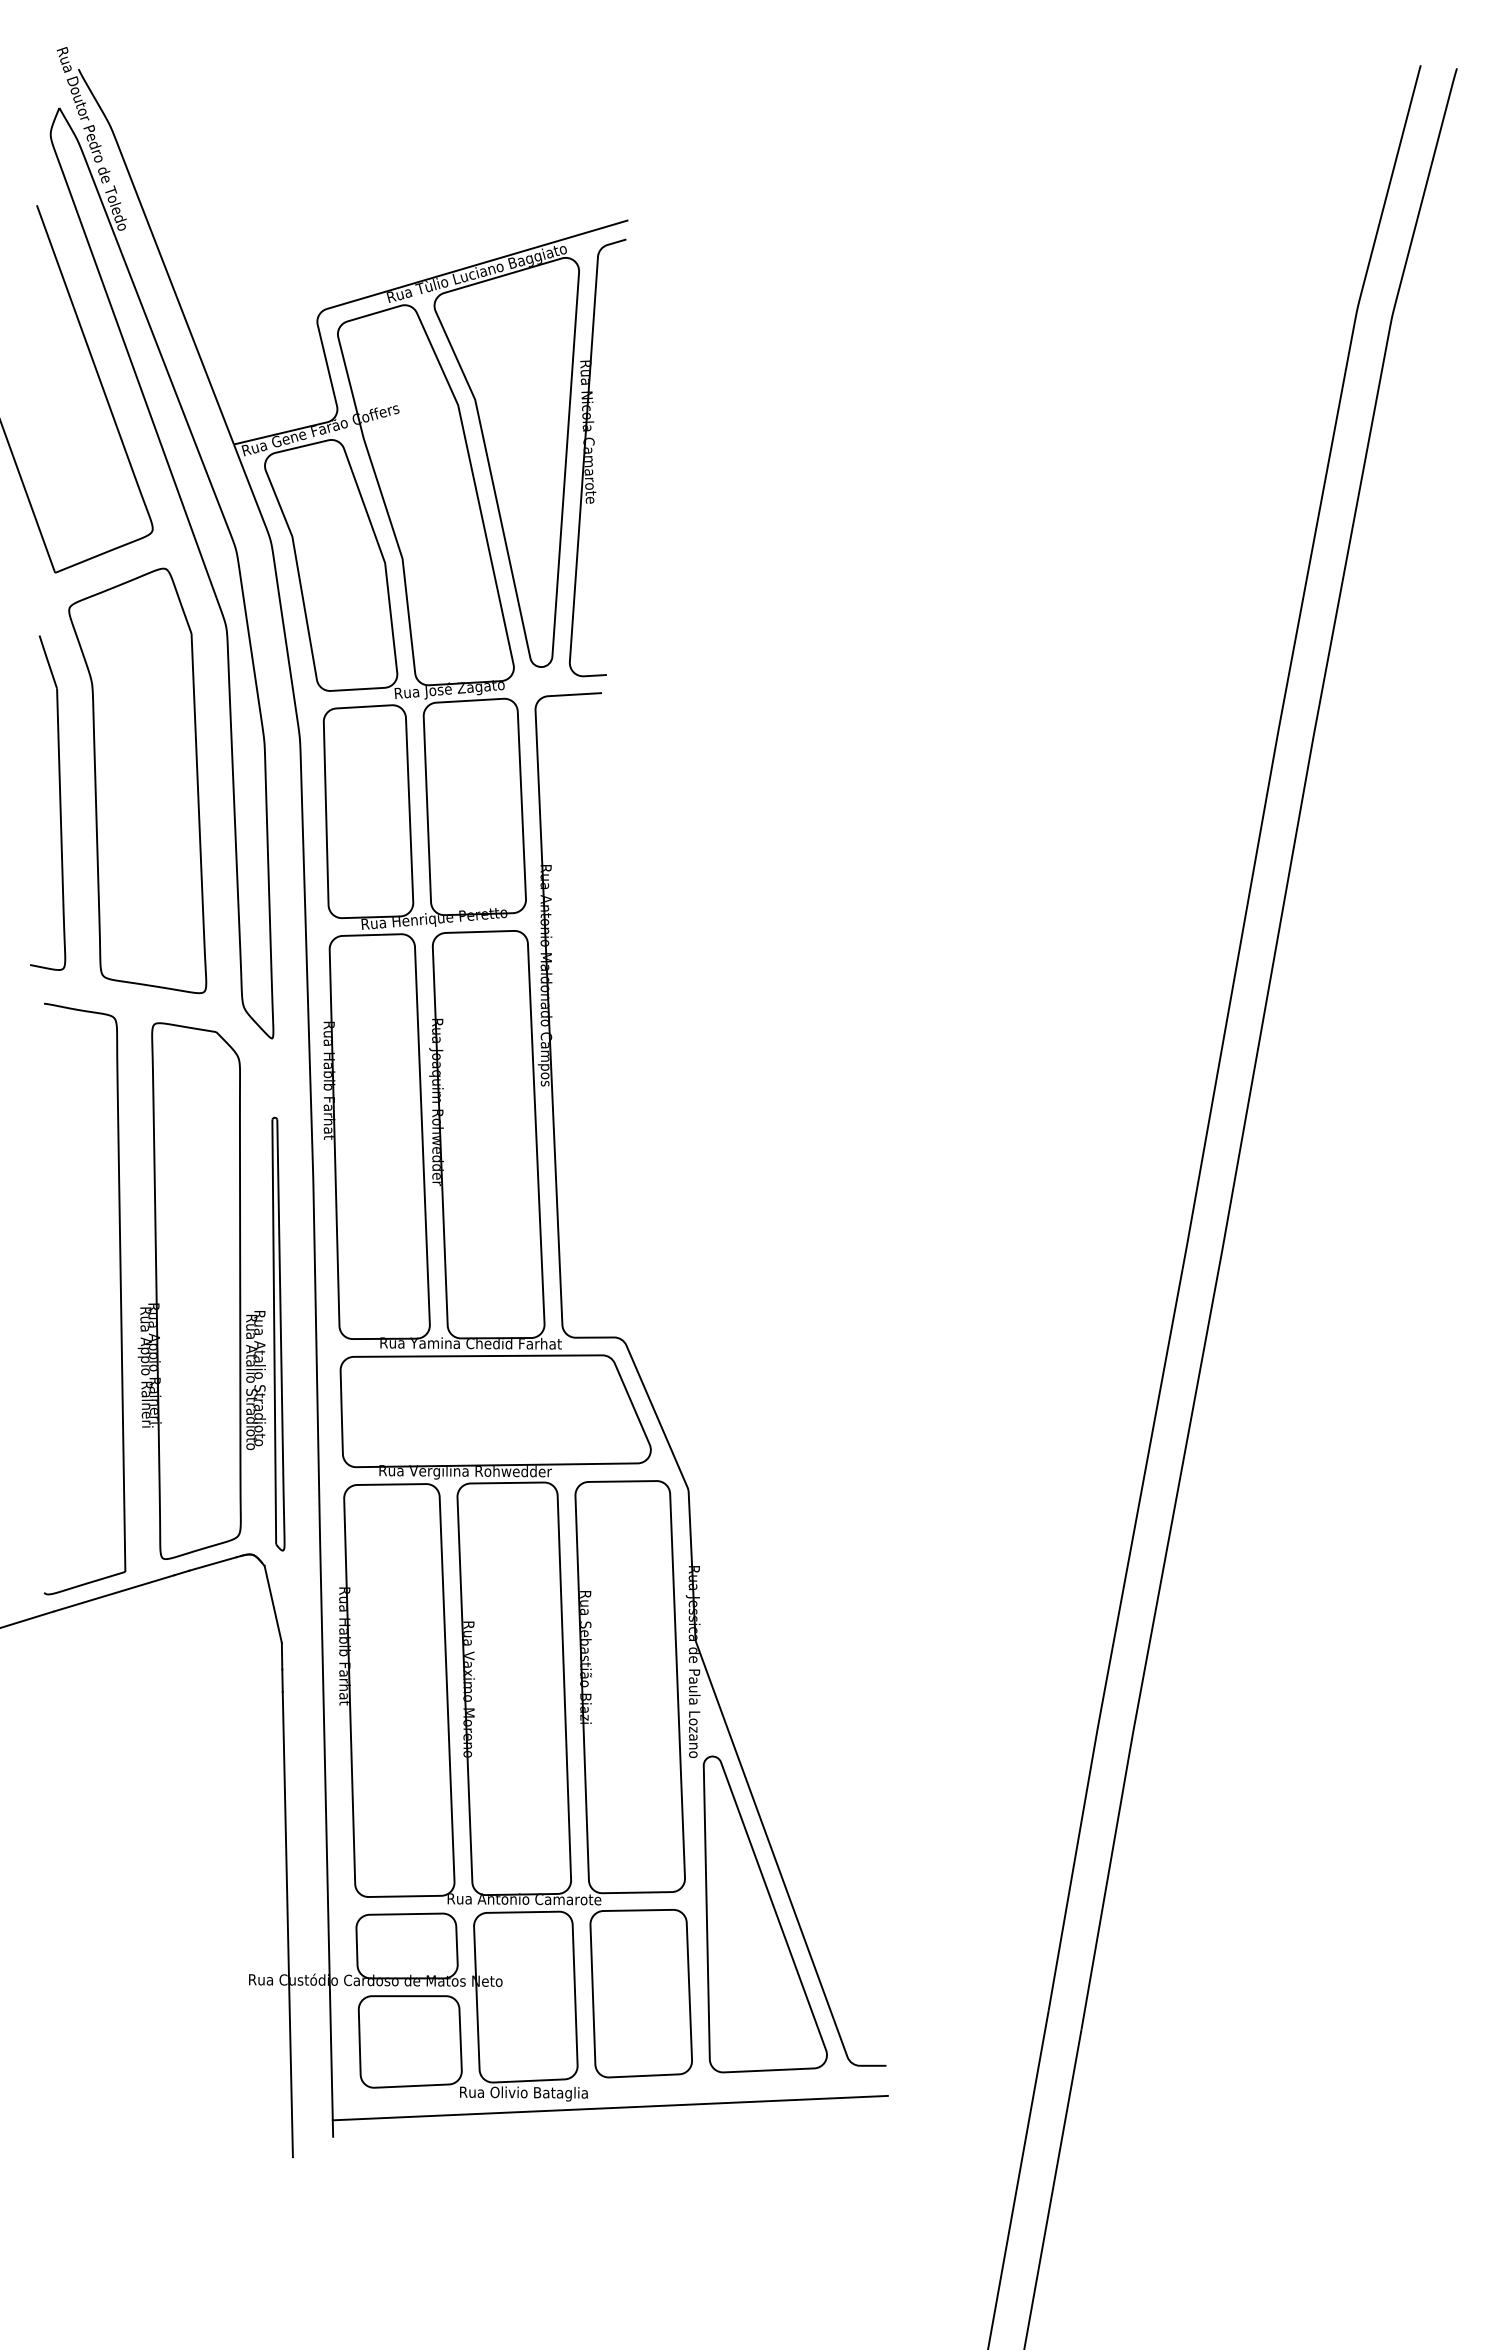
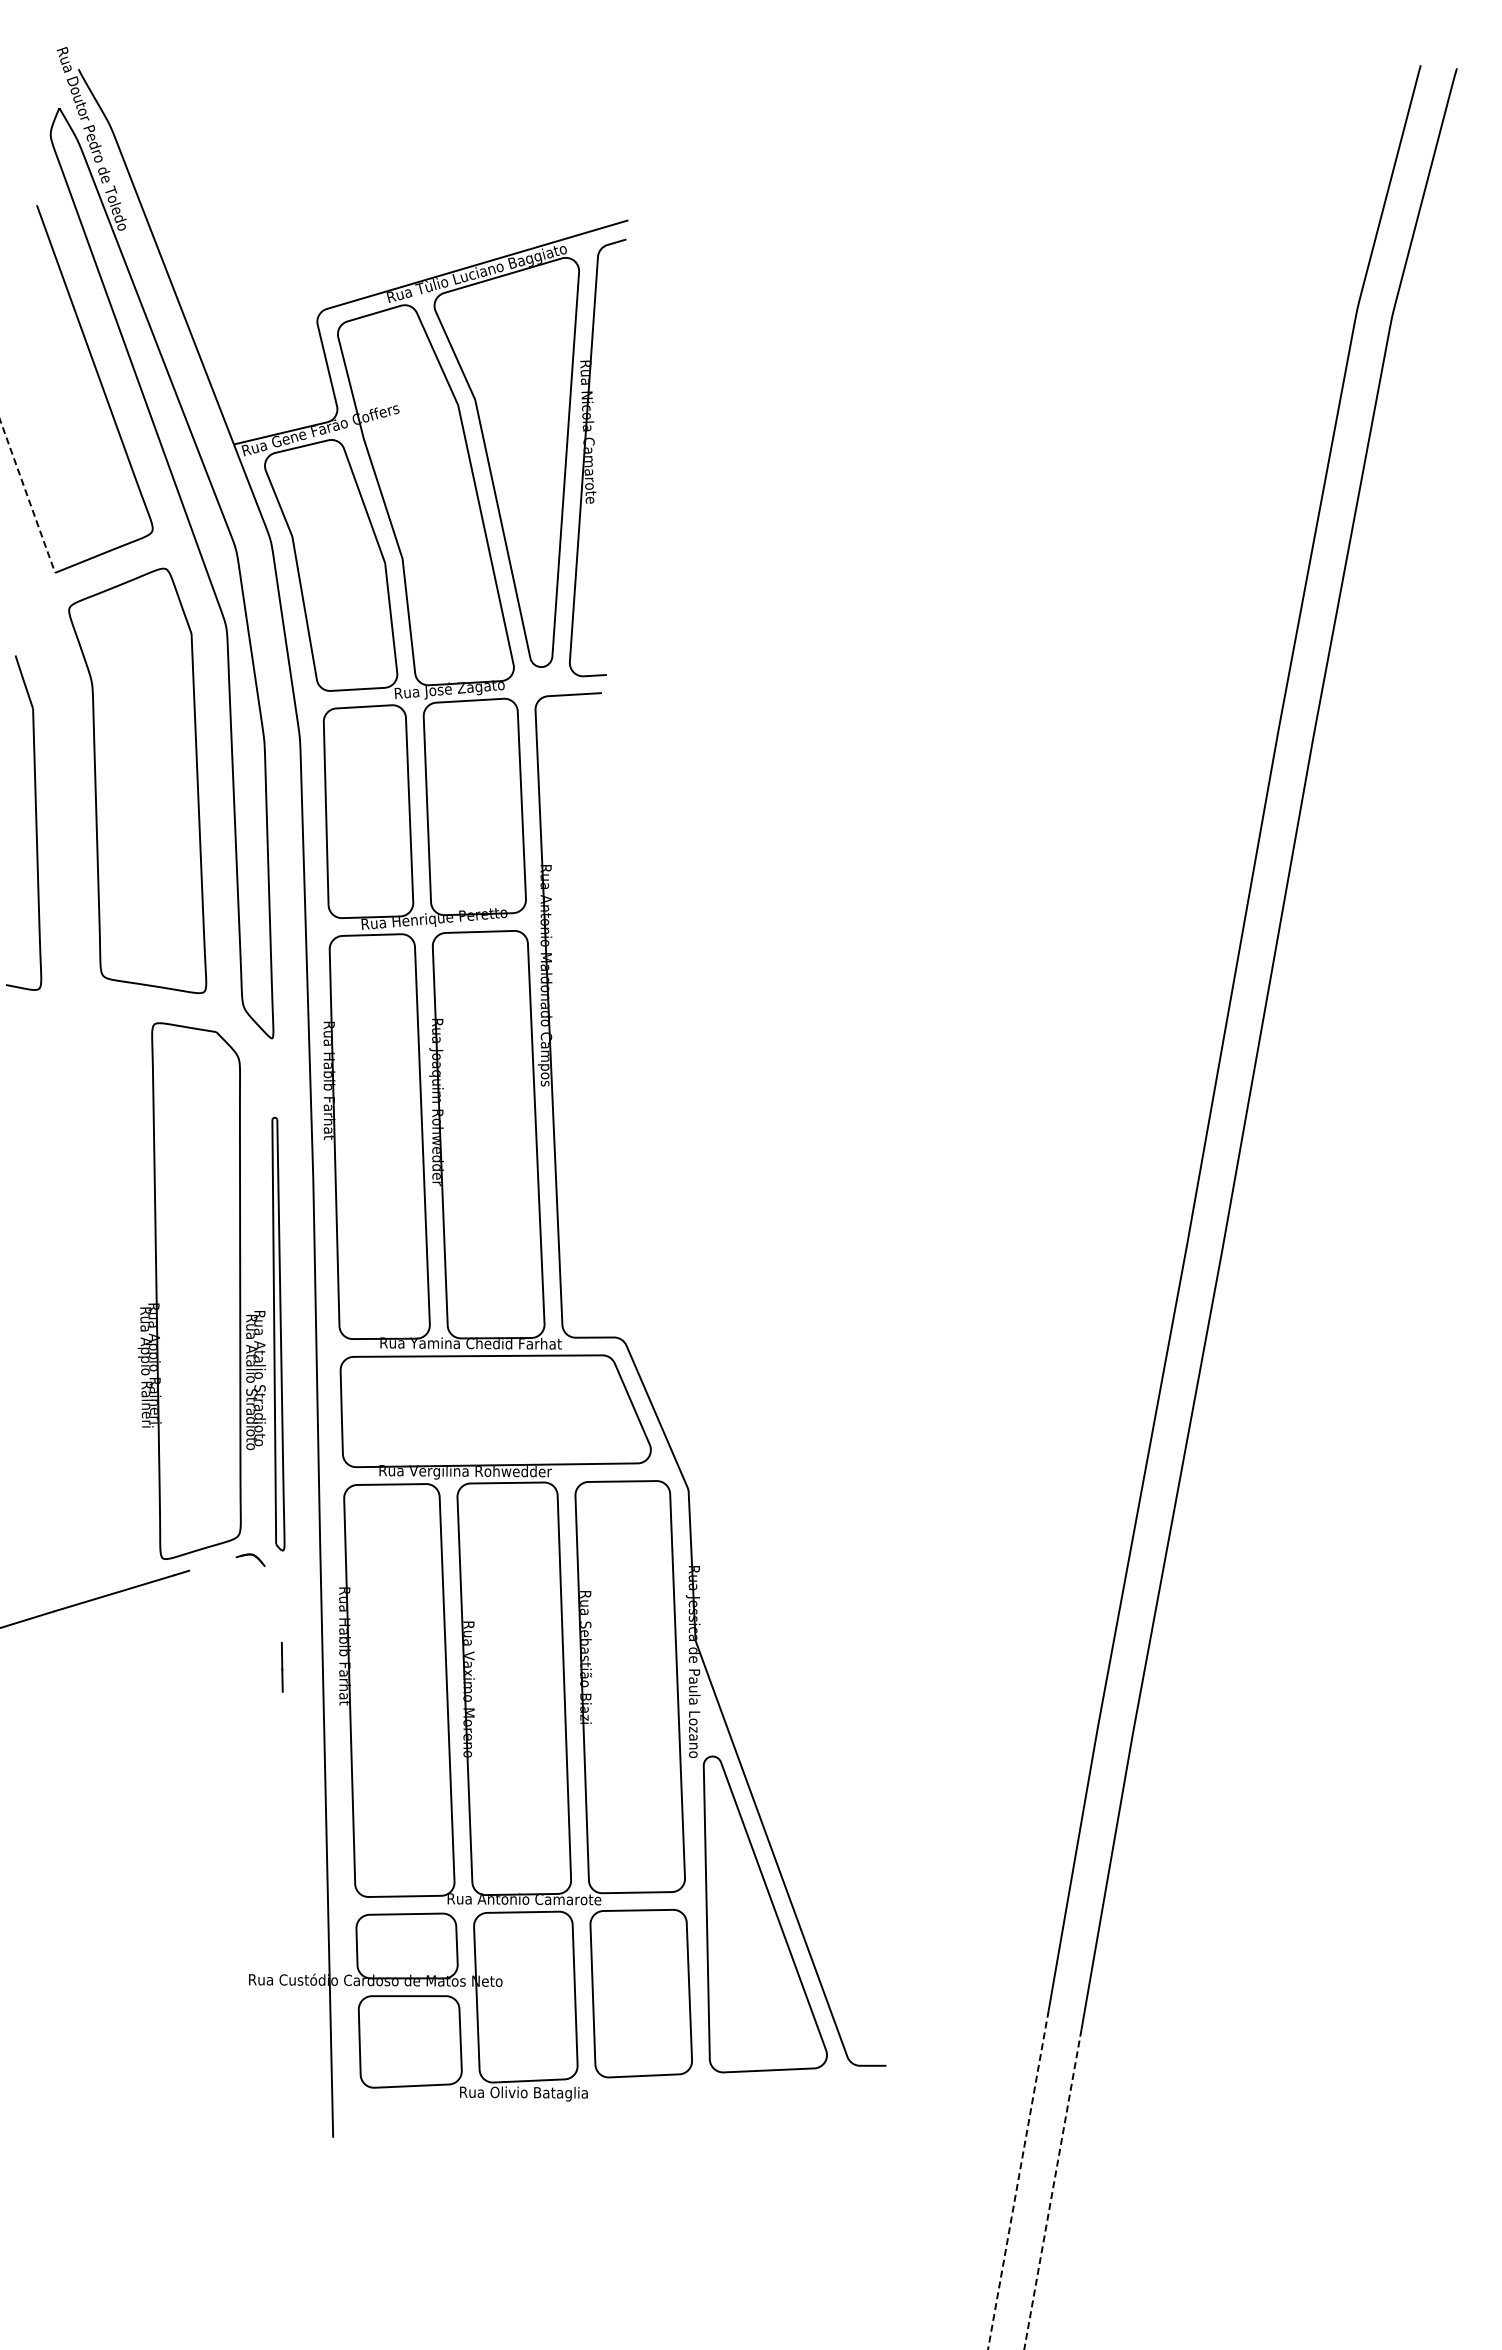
line at (27, 496): solid -> dashed
part at (59, 802) position: (59, 802) -> (35, 822)
part at (120, 1298): present -> none
line at (212, 1563): present -> none
line at (272, 1603): present -> none
line at (287, 1924): present -> none
line at (609, 2107): present -> none
line at (1018, 2179): solid -> dashed
line at (1052, 2190): solid -> dashed
